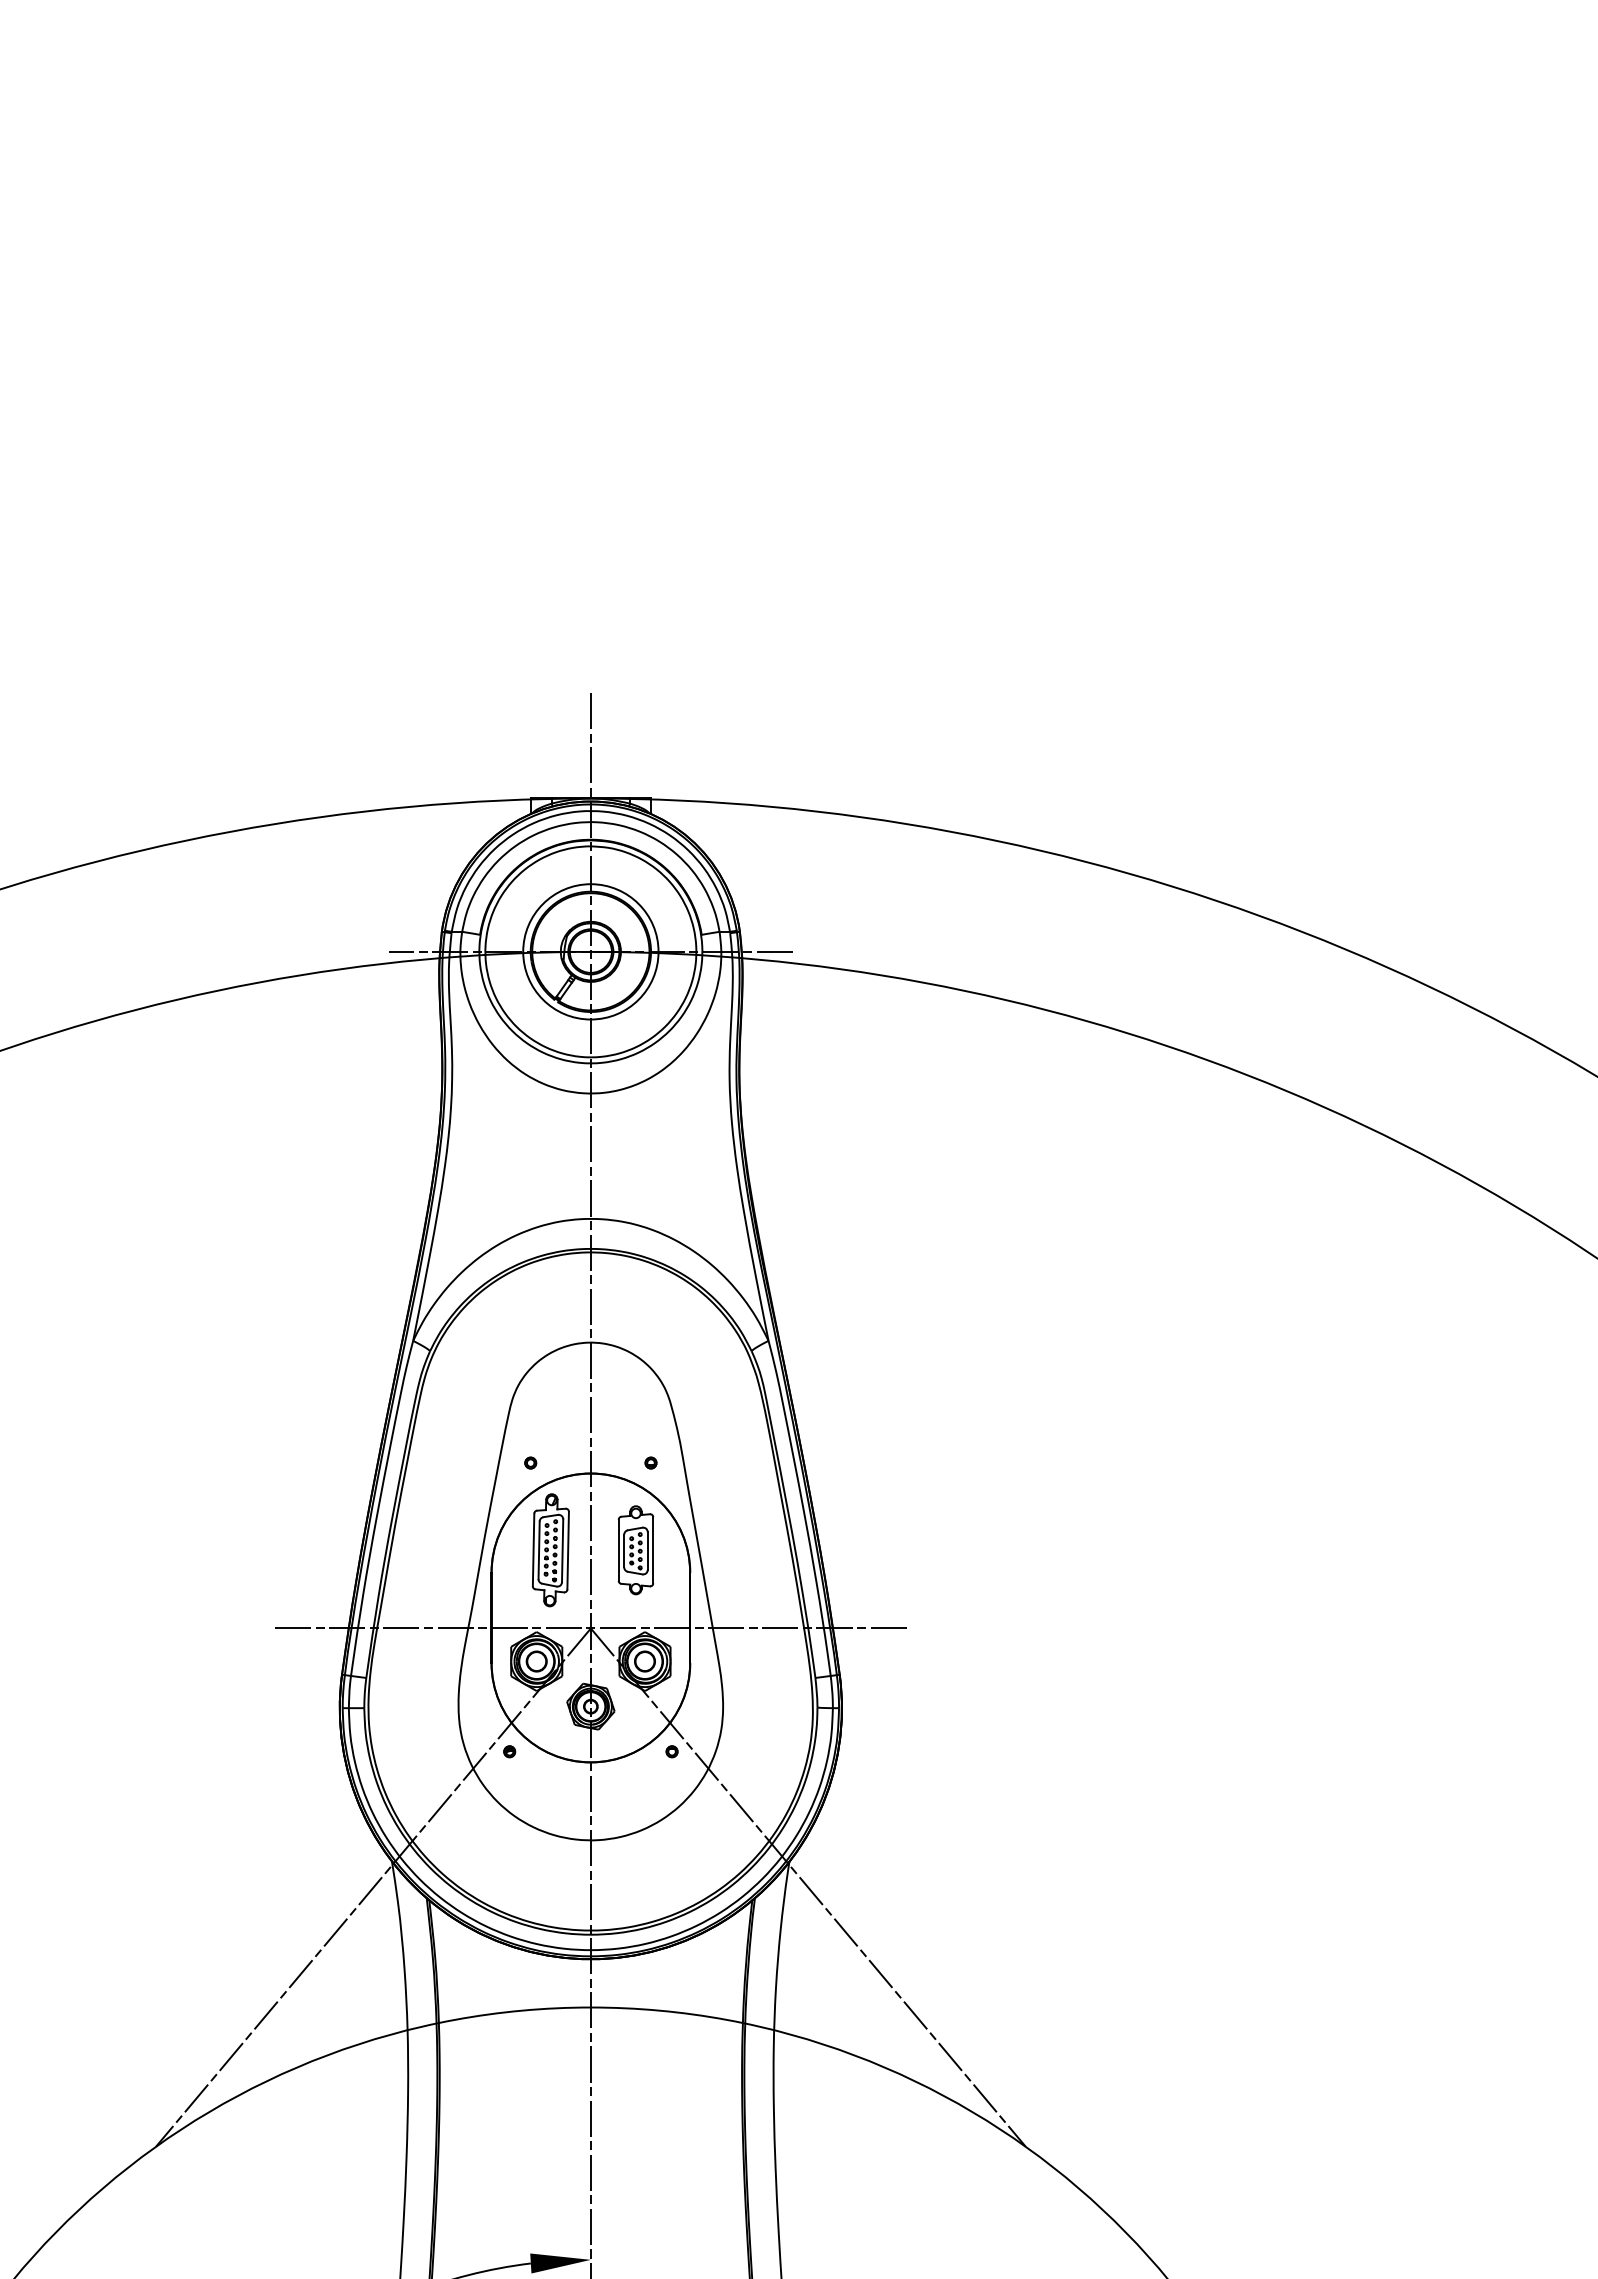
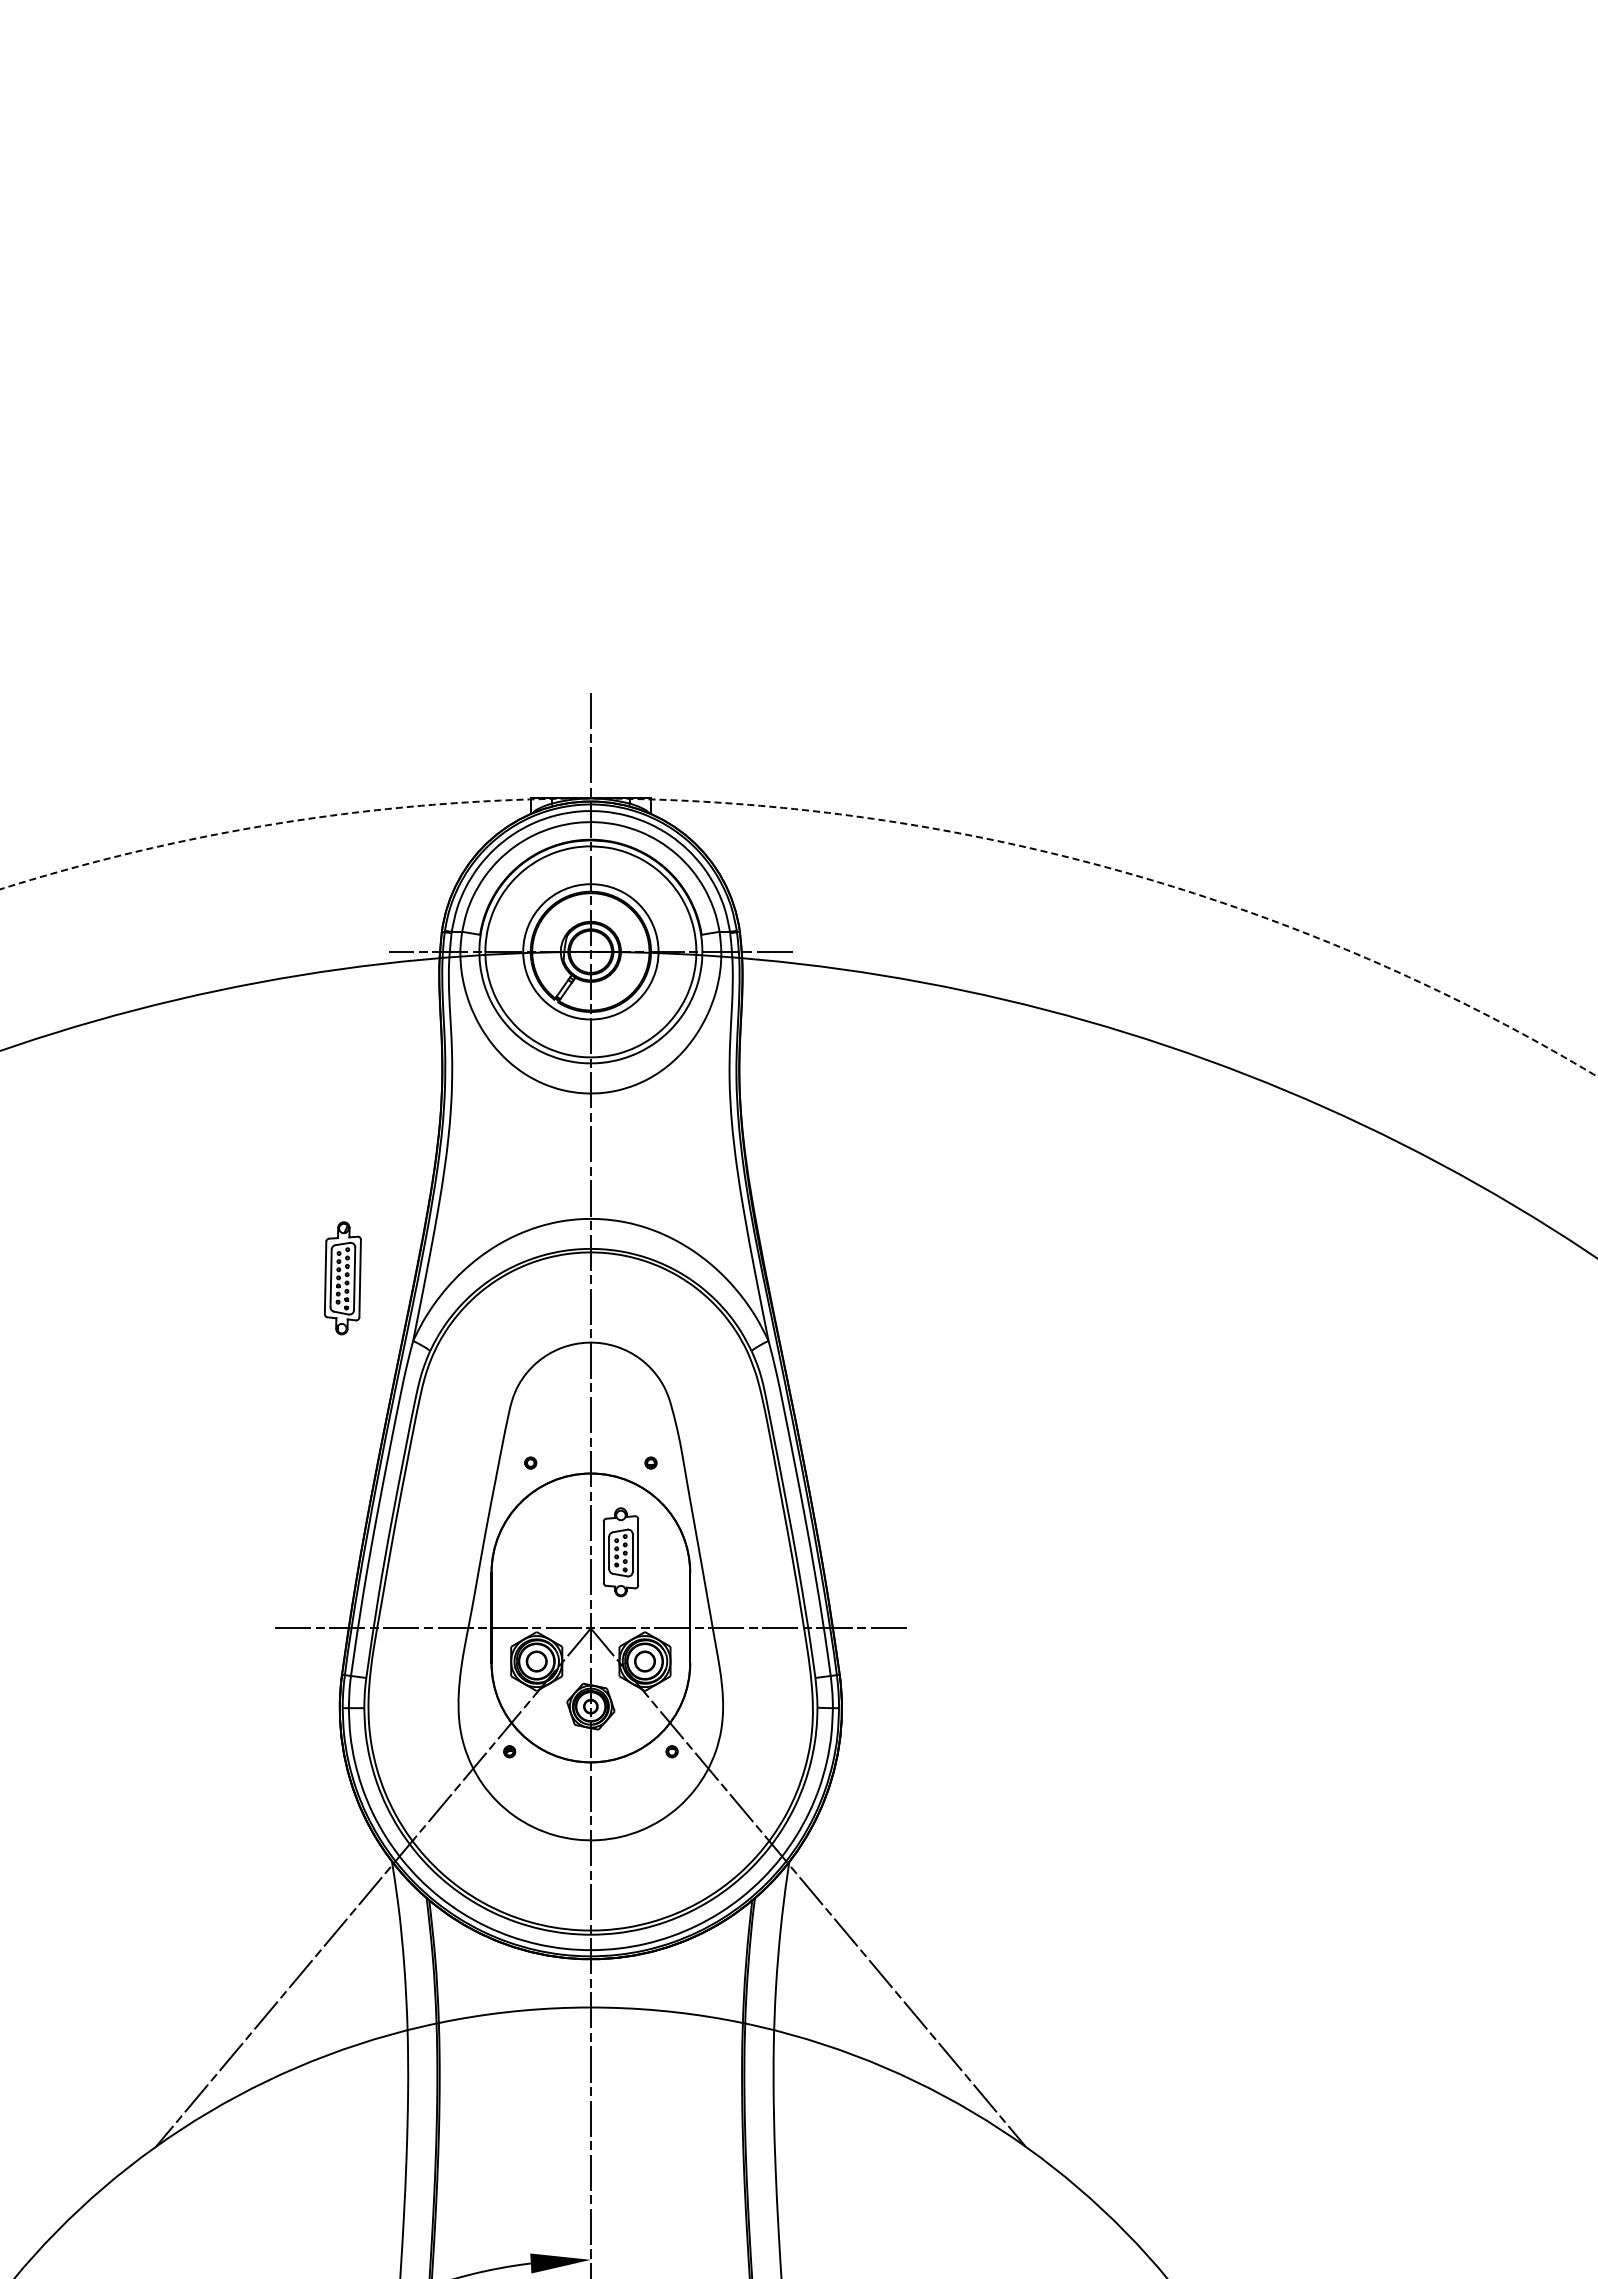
arc at (817, 811): solid -> dashed
part at (550, 1550) position: (550, 1550) -> (342, 1278)
part at (635, 1550) position: (635, 1550) -> (620, 1552)
